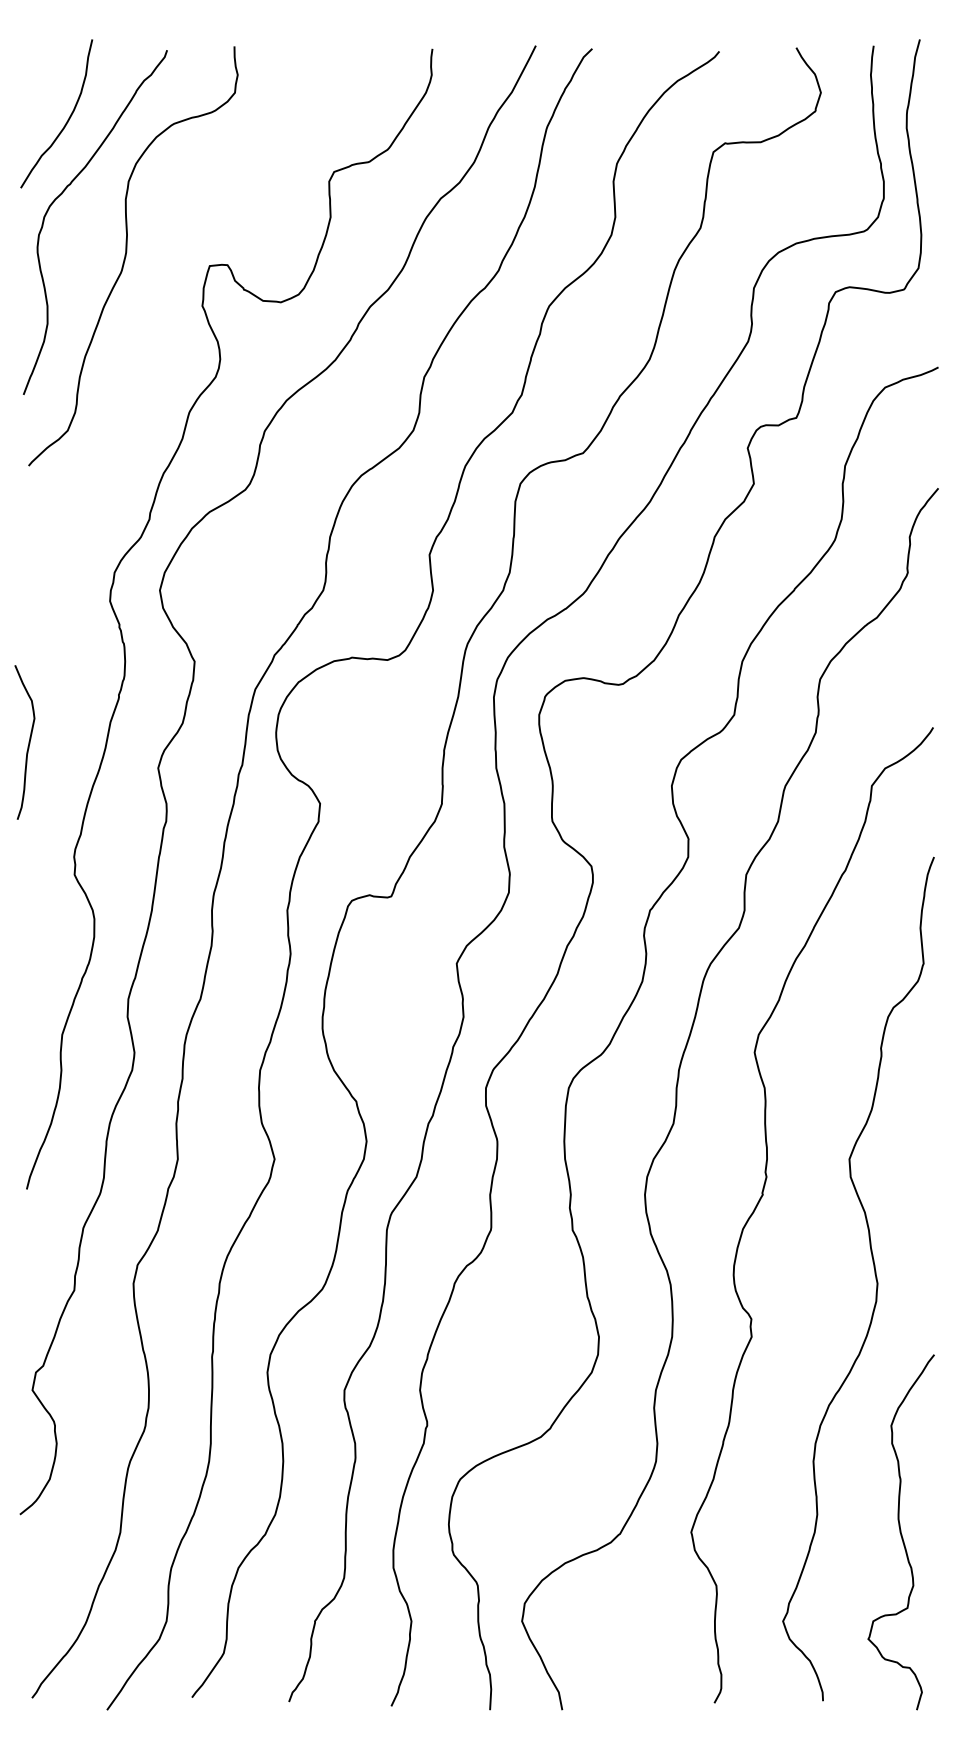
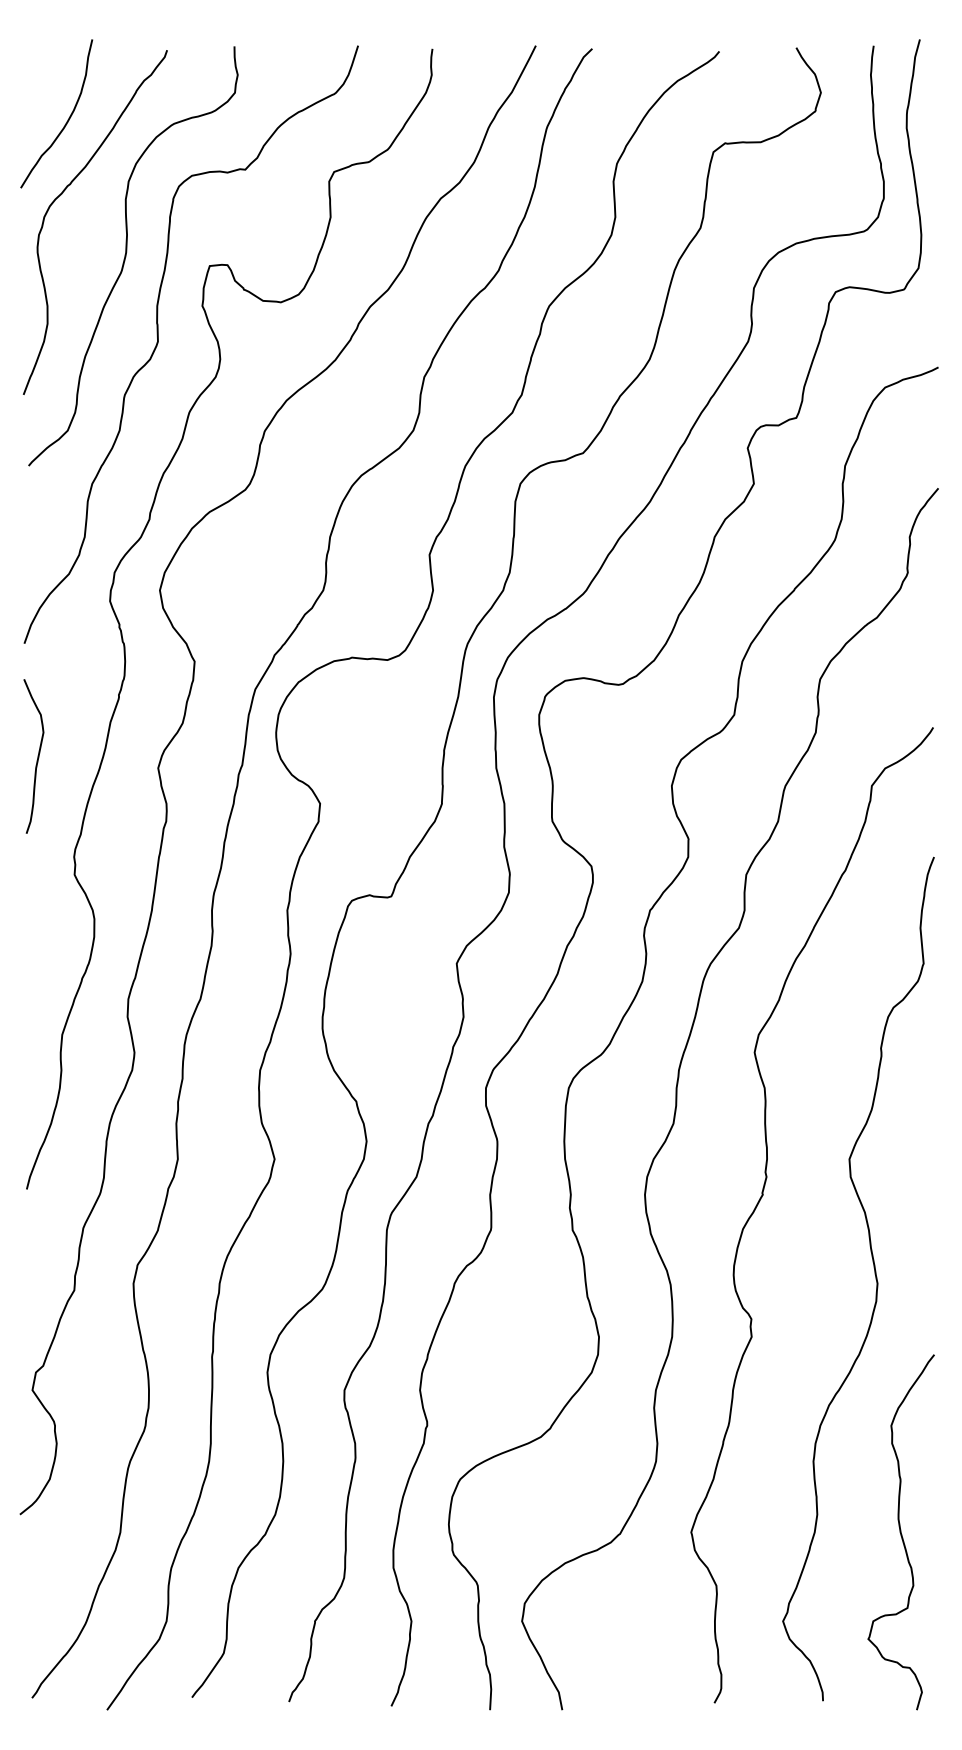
curve at (158, 343): none -> present
curve at (28, 742) position: (28, 742) -> (37, 756)
